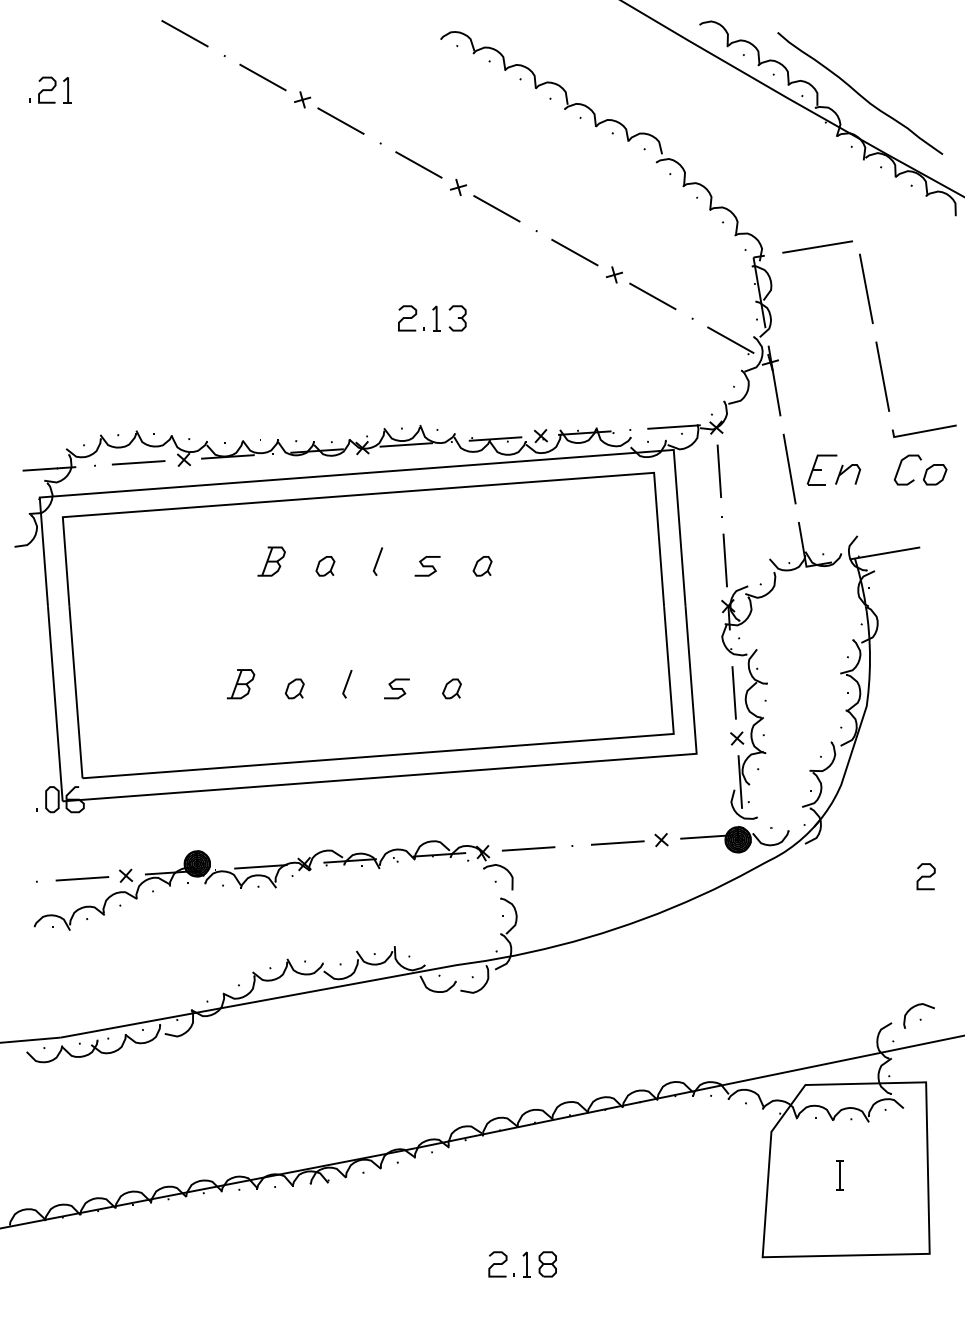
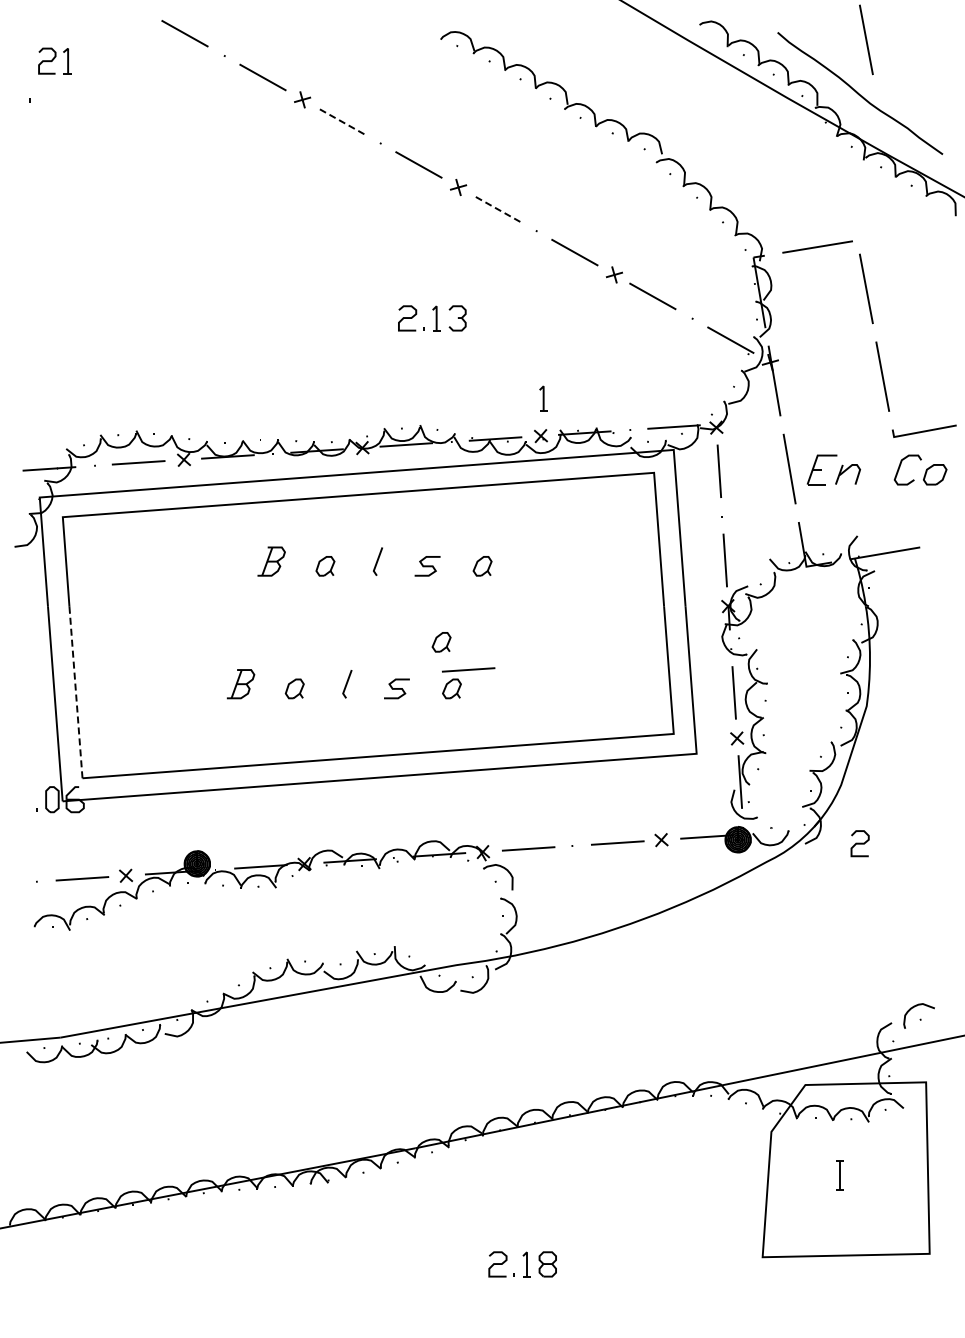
line at (866, 39): none -> present
part at (54, 89) position: (54, 89) -> (54, 60)
line at (340, 121): solid -> dashed
line at (496, 208): solid -> dashed
part at (543, 398): none -> present
part at (441, 642): none -> present
line at (468, 669): none -> present
line at (75, 692): solid -> dashed
curve at (925, 876) position: (925, 876) -> (859, 843)
